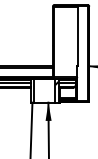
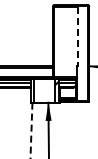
line at (77, 36): solid -> dashed
line at (31, 130): solid -> dashed
